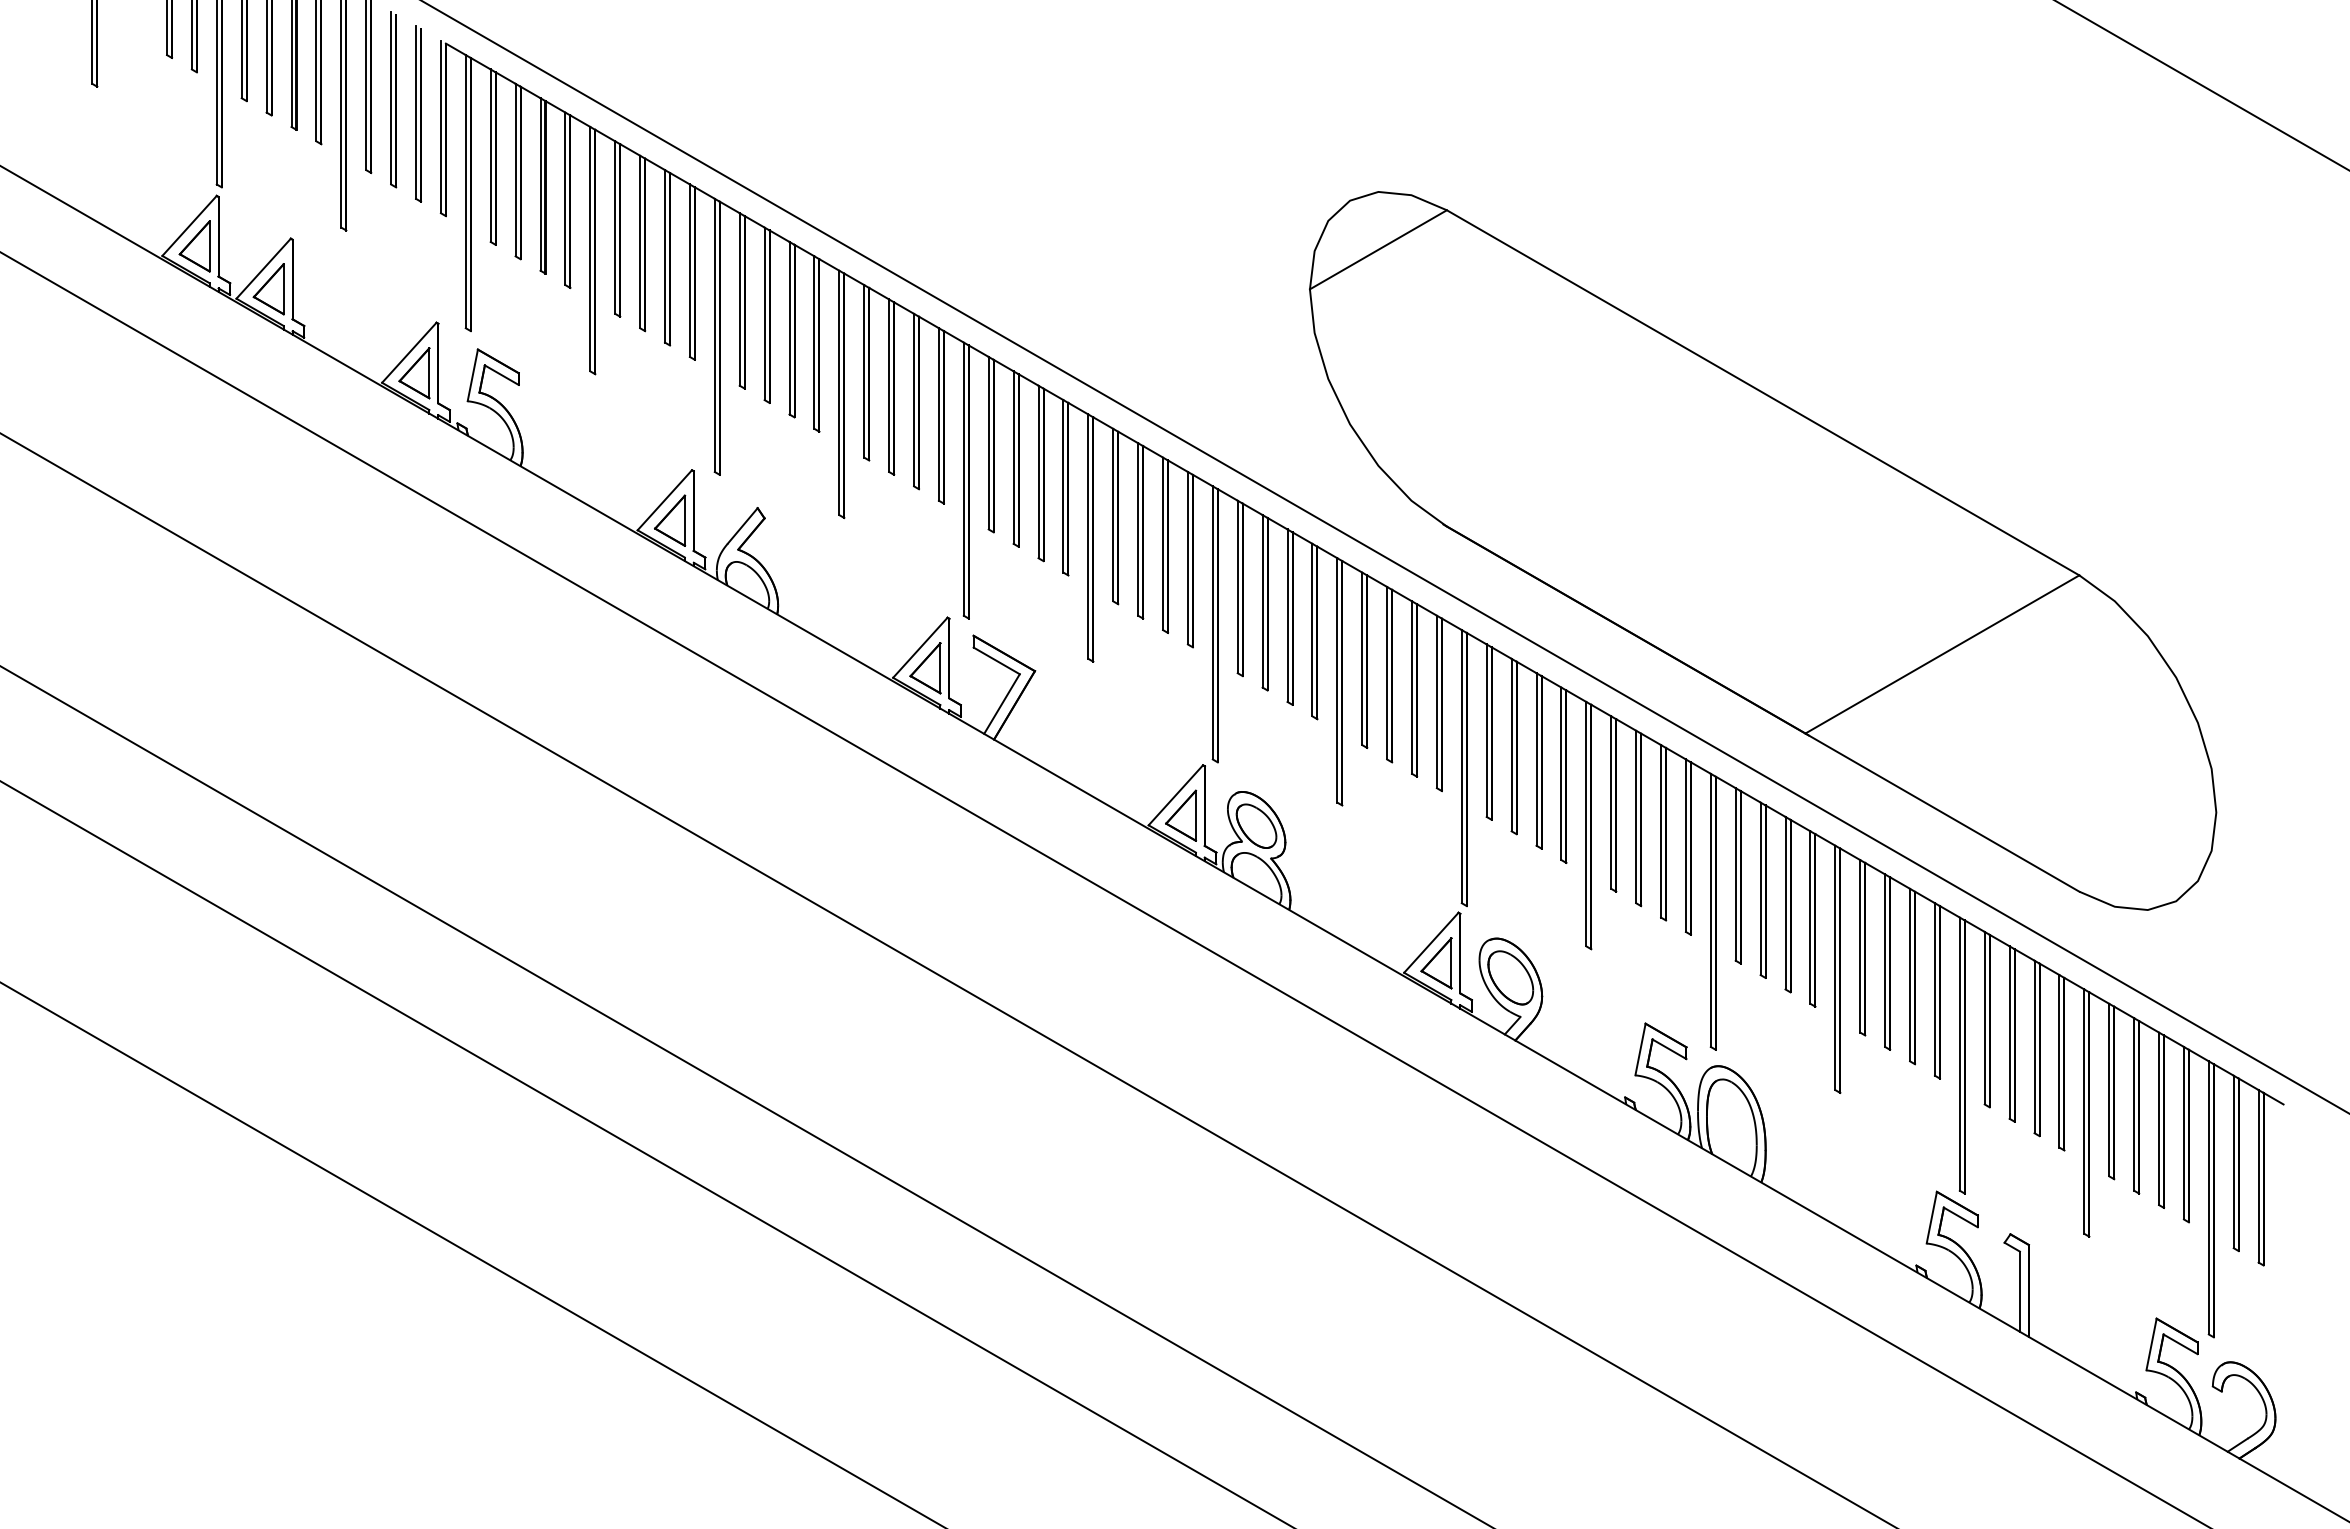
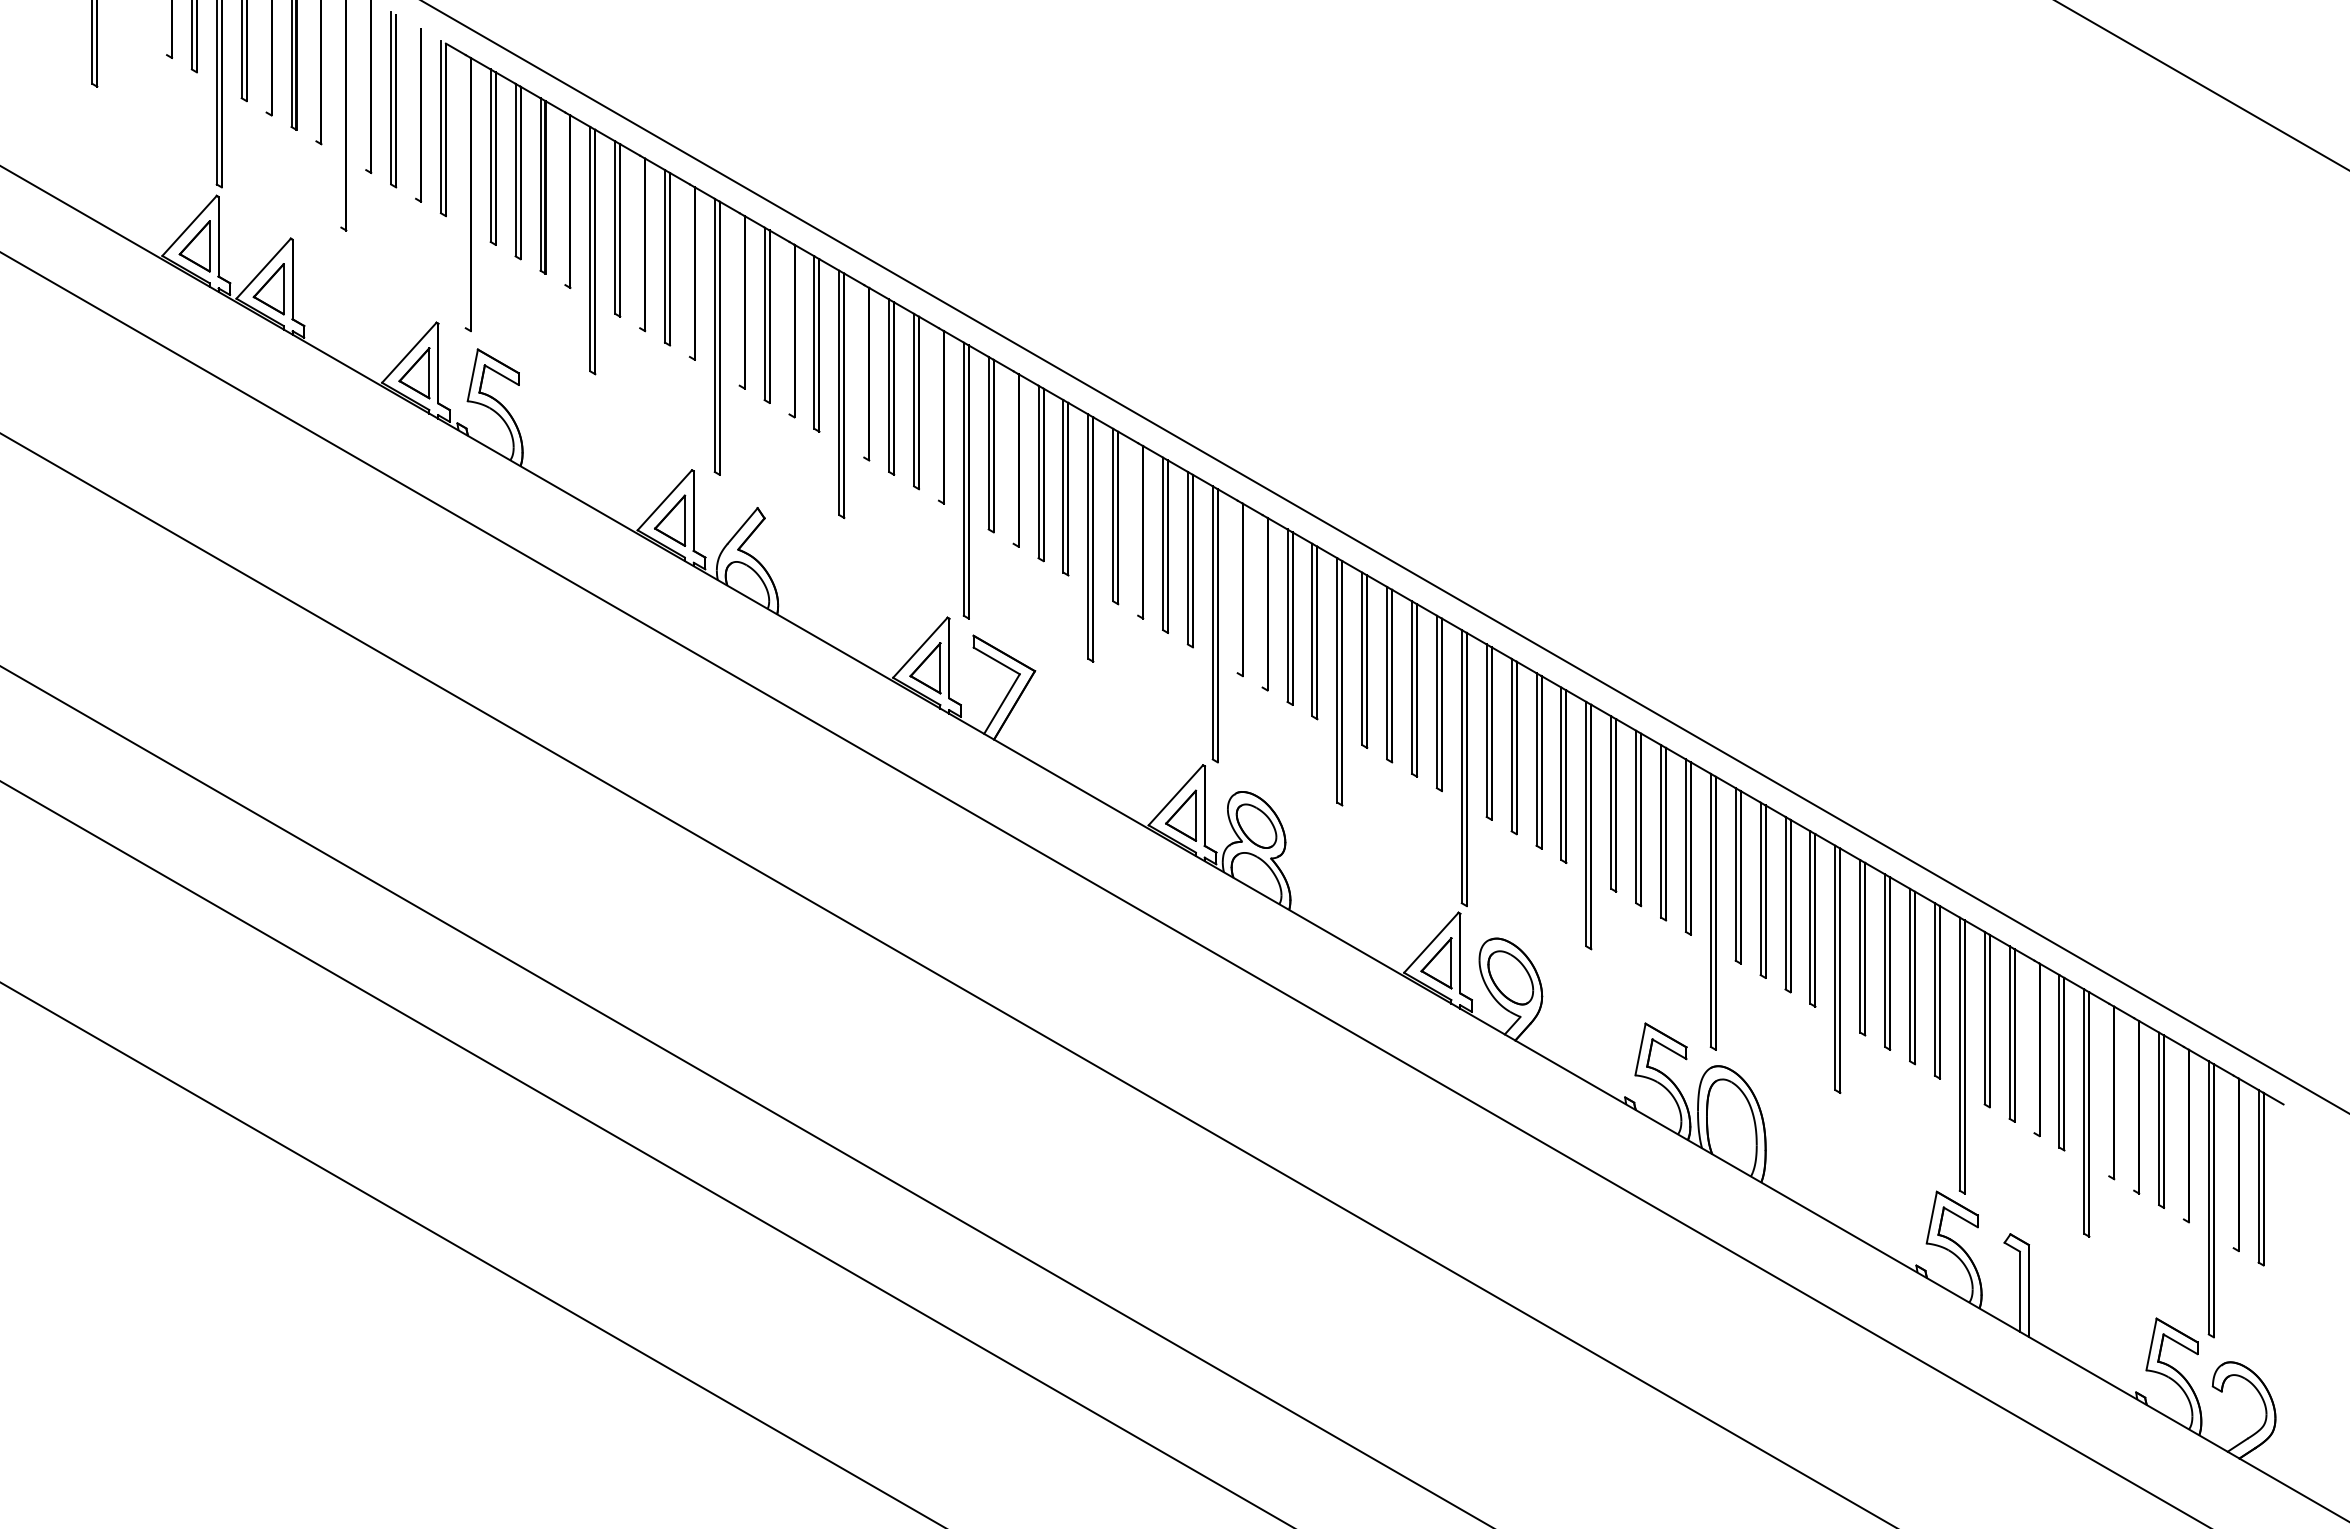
line at (167, 28): present -> none
line at (266, 57): present -> none
line at (316, 71): present -> none
line at (366, 86): present -> none
line at (416, 112): present -> none
line at (341, 114): present -> none
line at (465, 191): present -> none
line at (565, 198): present -> none
line at (640, 241): present -> none
line at (689, 270): present -> none
line at (739, 299): present -> none
line at (789, 327): present -> none
line at (864, 371): present -> none
line at (938, 414): present -> none
line at (1013, 457): present -> none
line at (1138, 529): present -> none
part at (1763, 550): present -> none
line at (1237, 586): present -> none
line at (1262, 601): present -> none
line at (2034, 1046): present -> none
line at (2109, 1089): present -> none
line at (2134, 1104): present -> none
line at (2183, 1132): present -> none
line at (2233, 1161): present -> none
